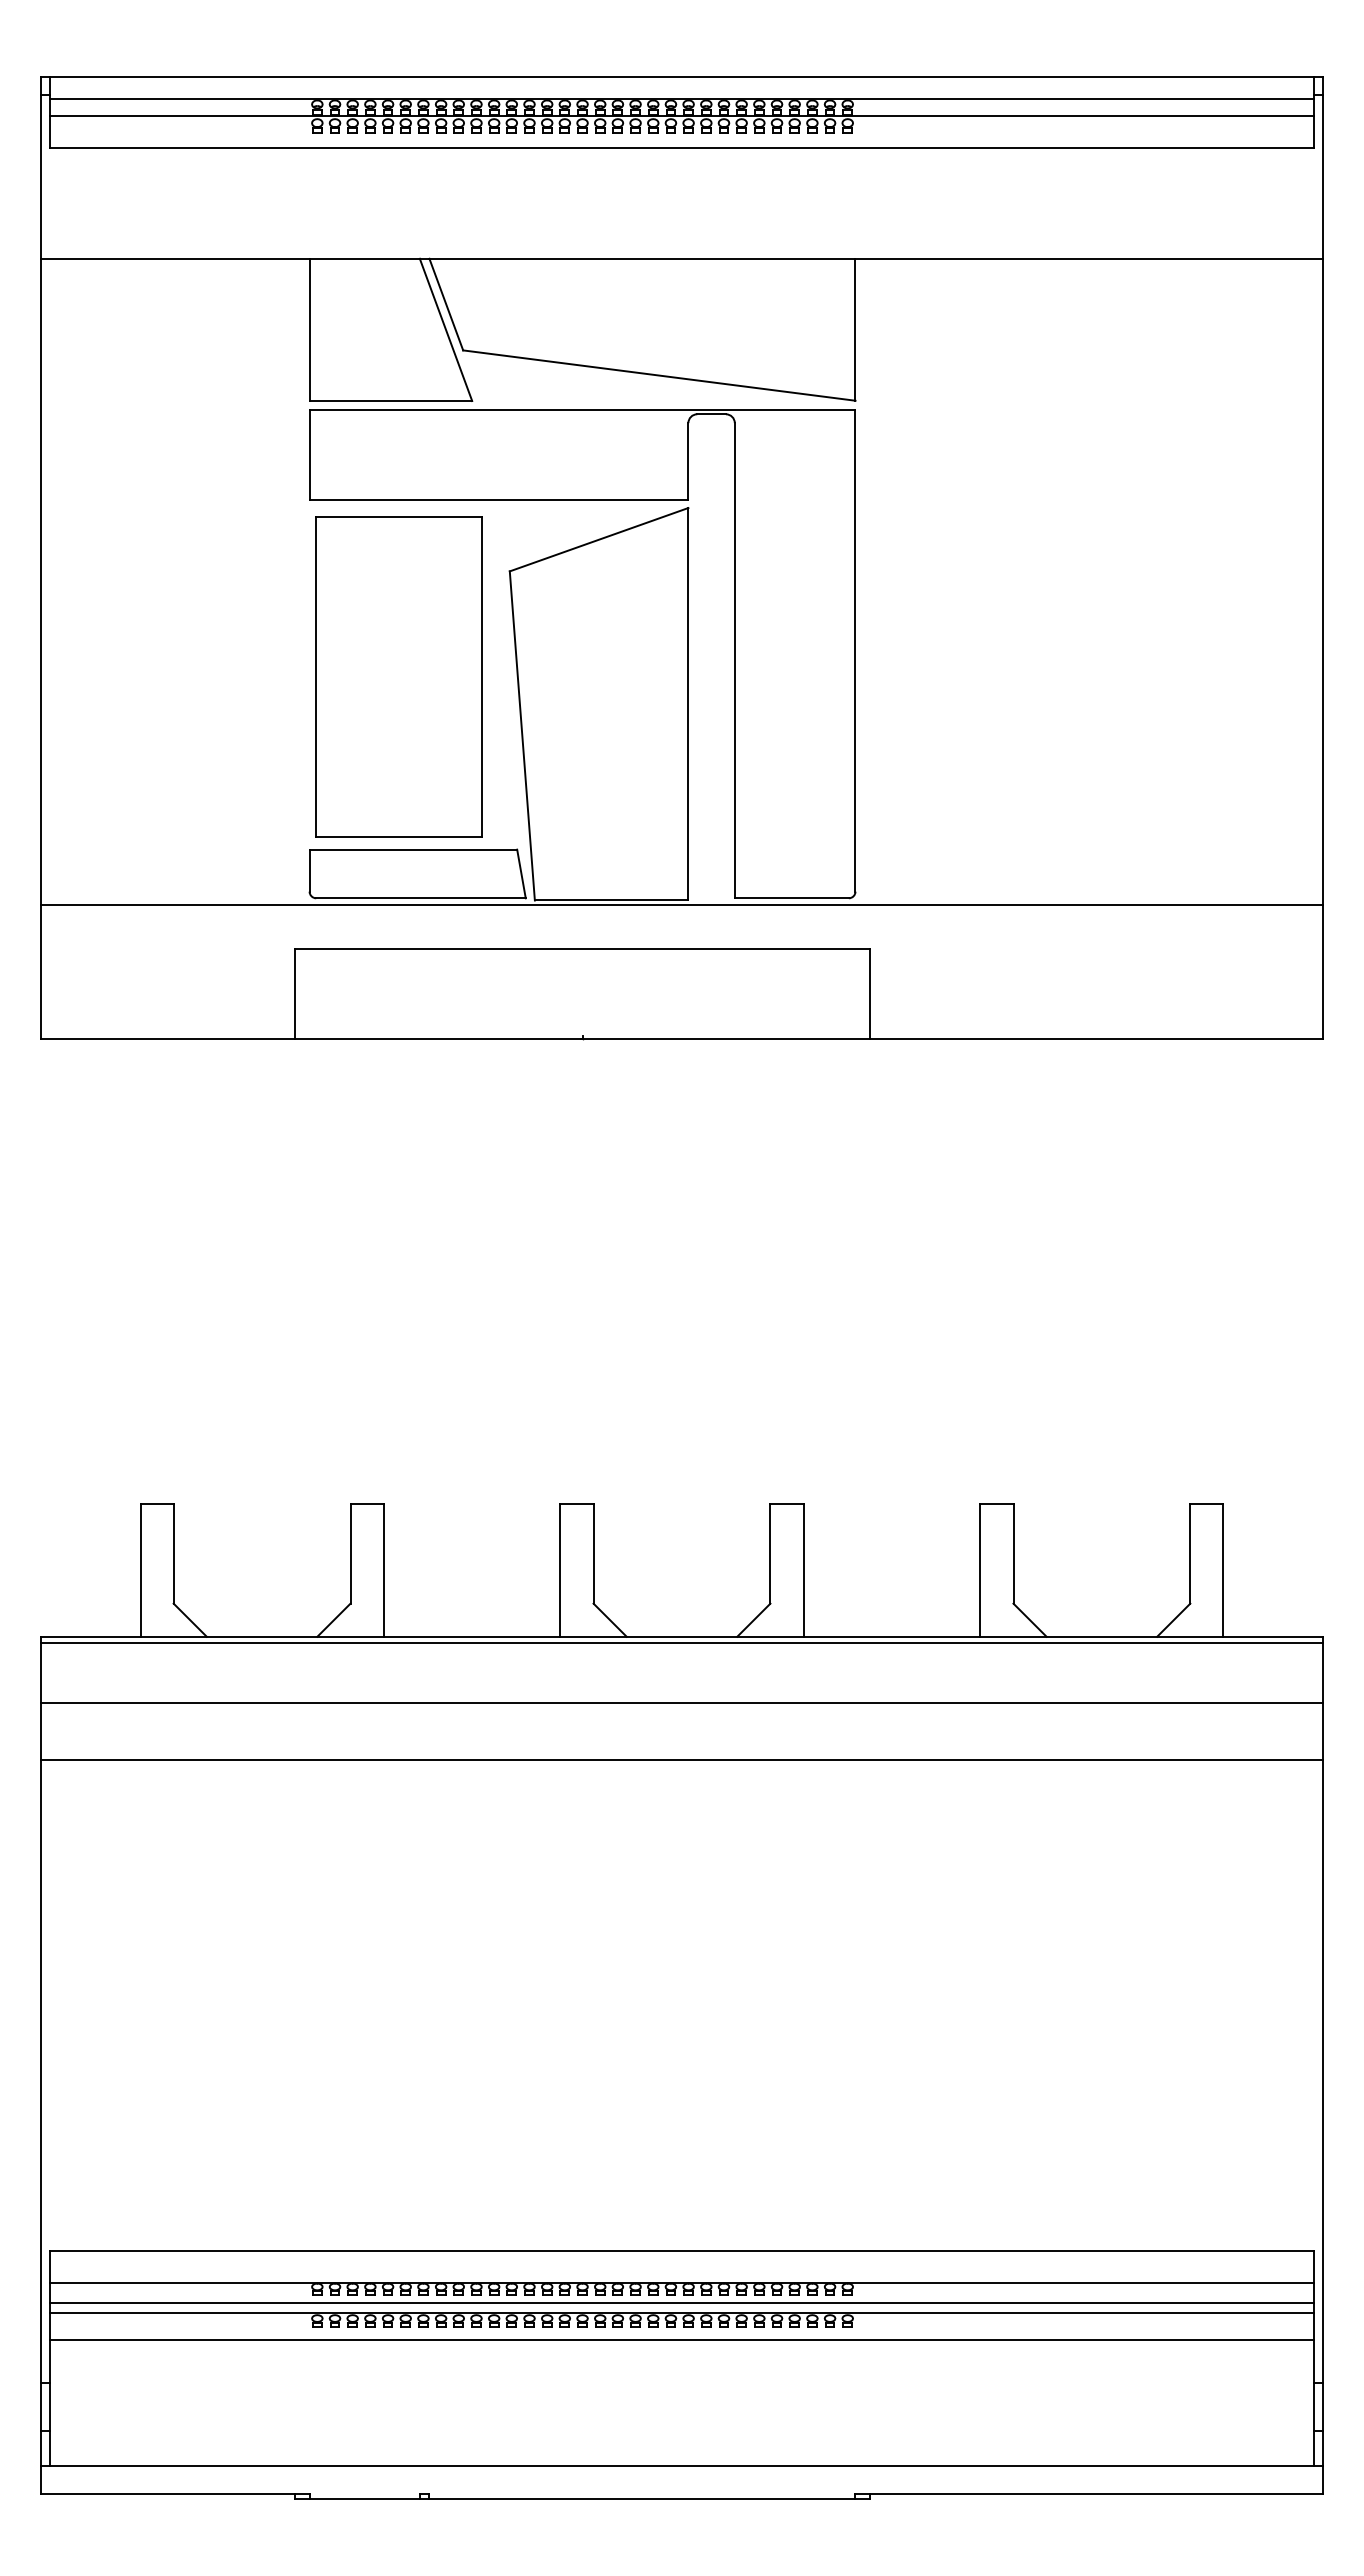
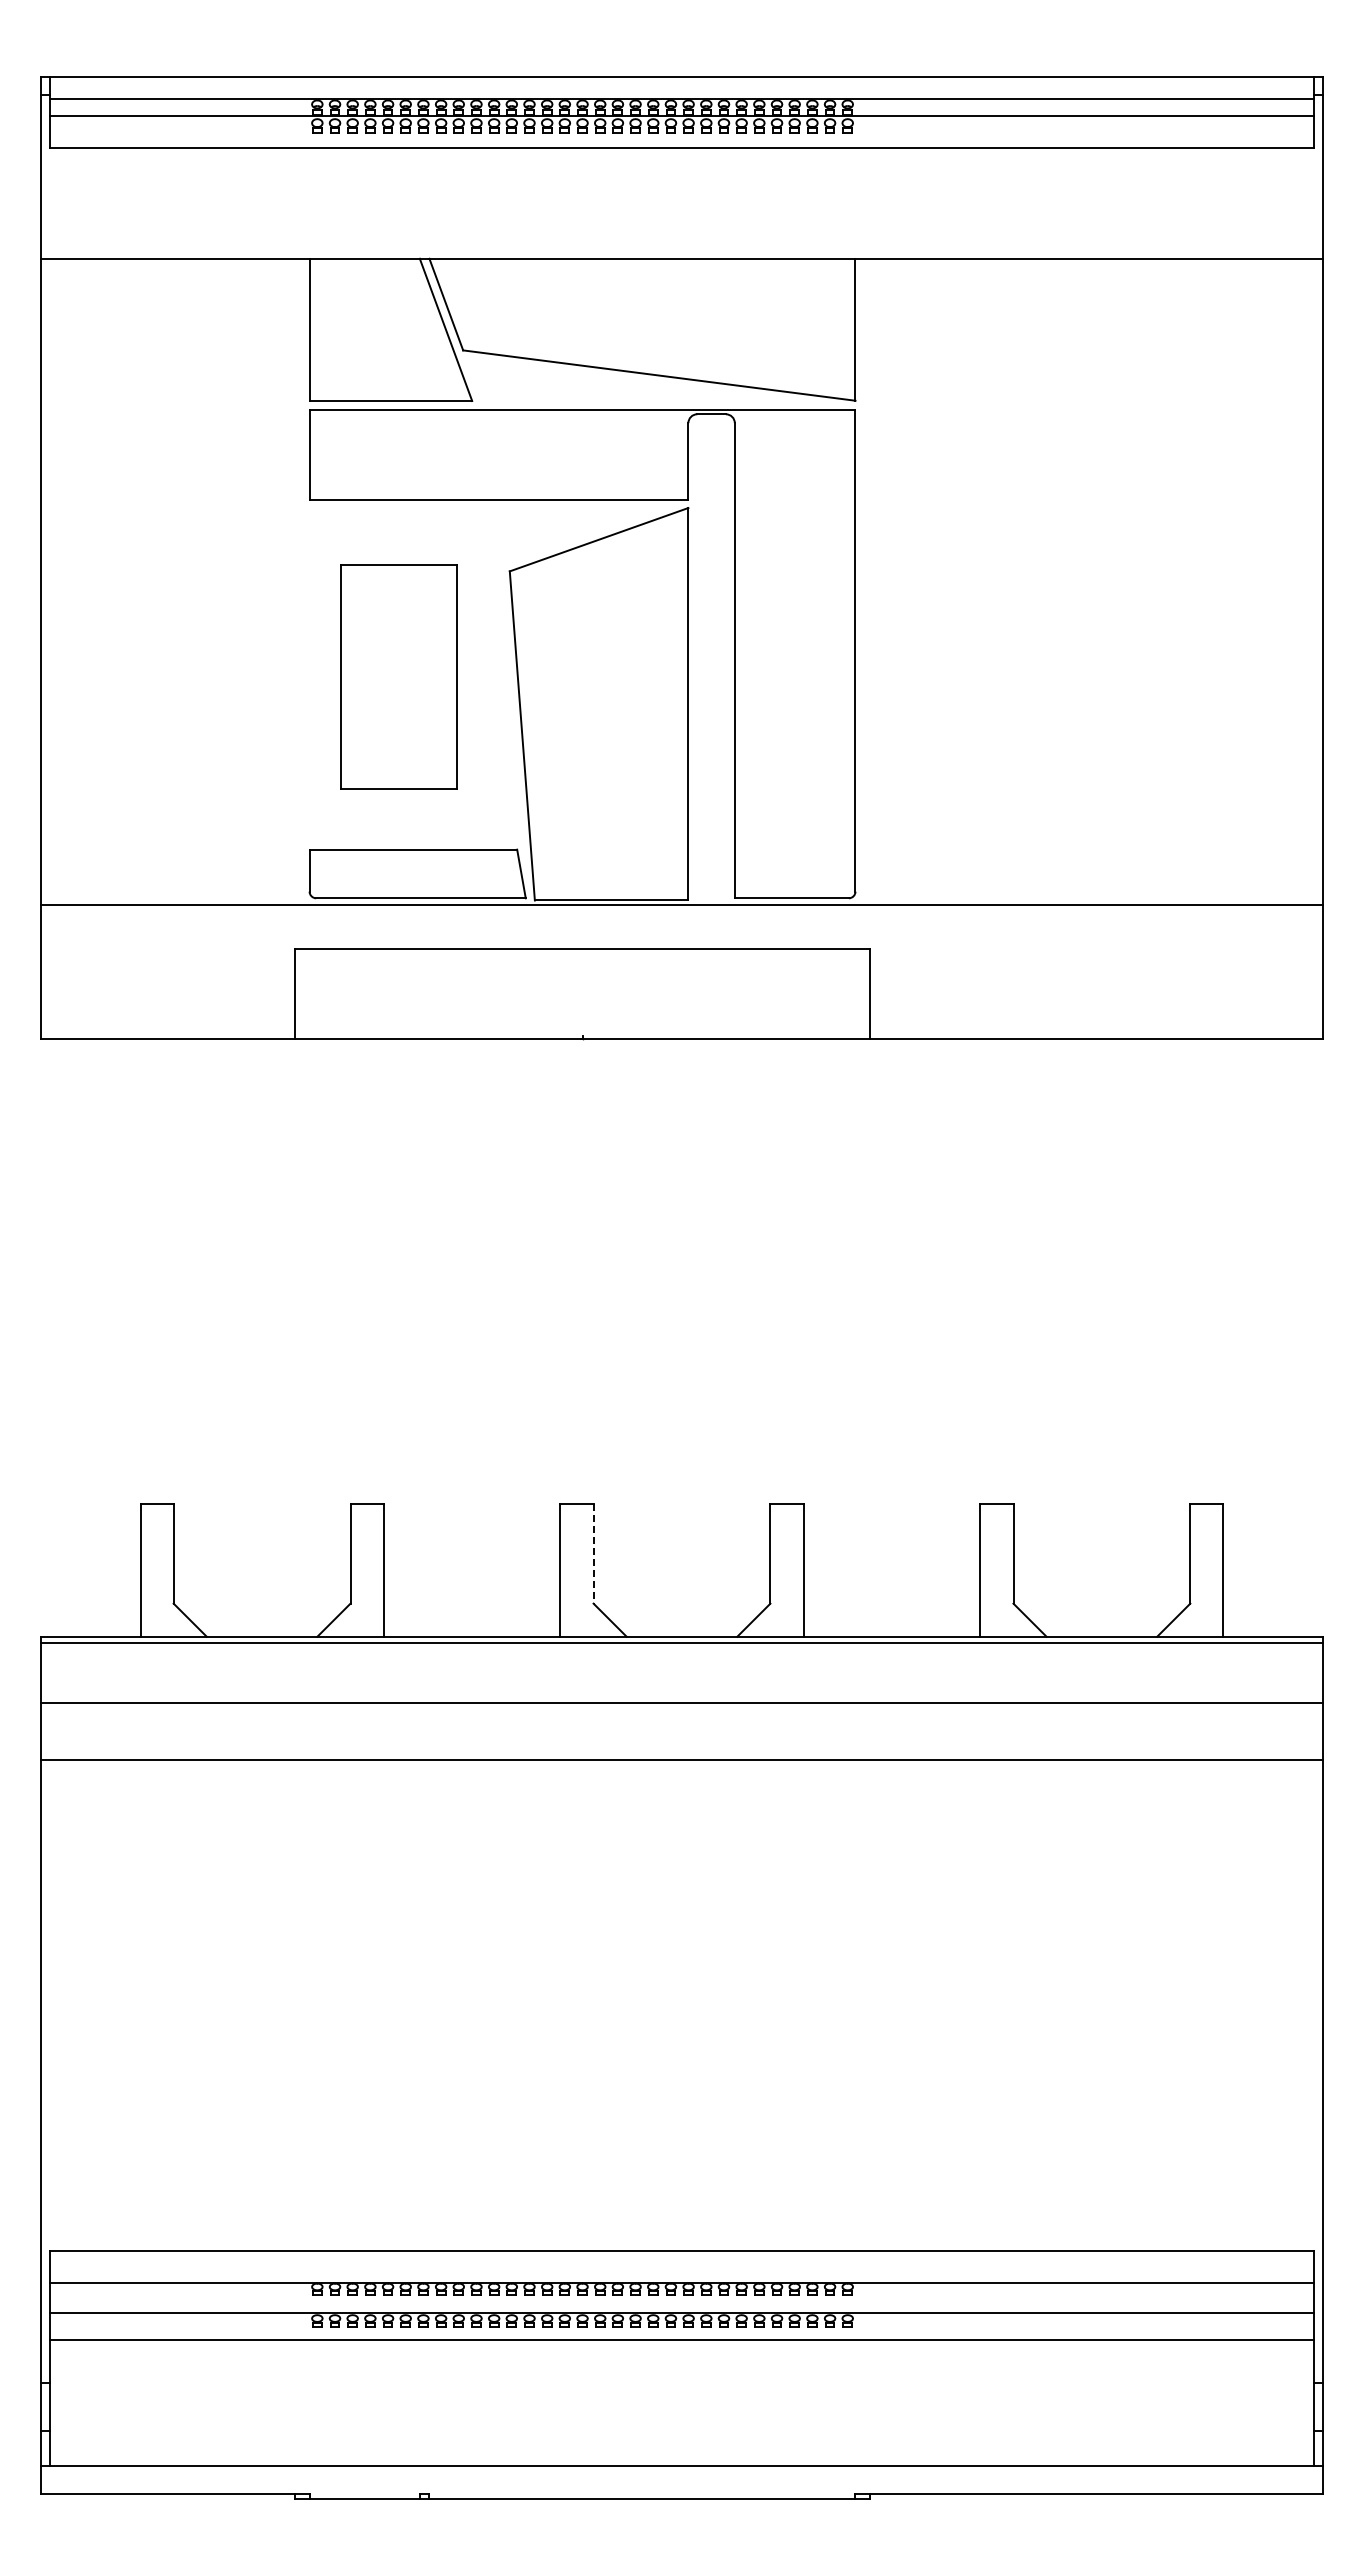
part at (398, 676) size: 168x322 px -> 118x226 px
line at (593, 1553): solid -> dashed
line at (681, 2303): present -> none
